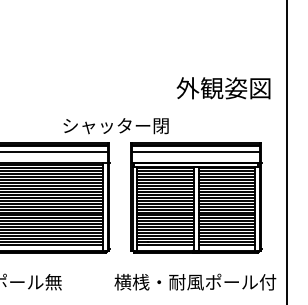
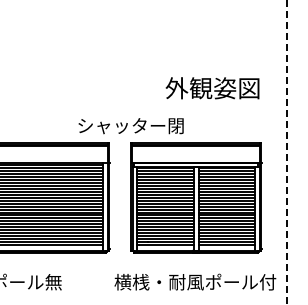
text at (223, 88) position: (223, 88) -> (212, 88)
text at (115, 126) position: (115, 126) -> (130, 126)
line at (54, 152): present -> none
line at (195, 152): present -> none
line at (287, 152): solid -> dashed
